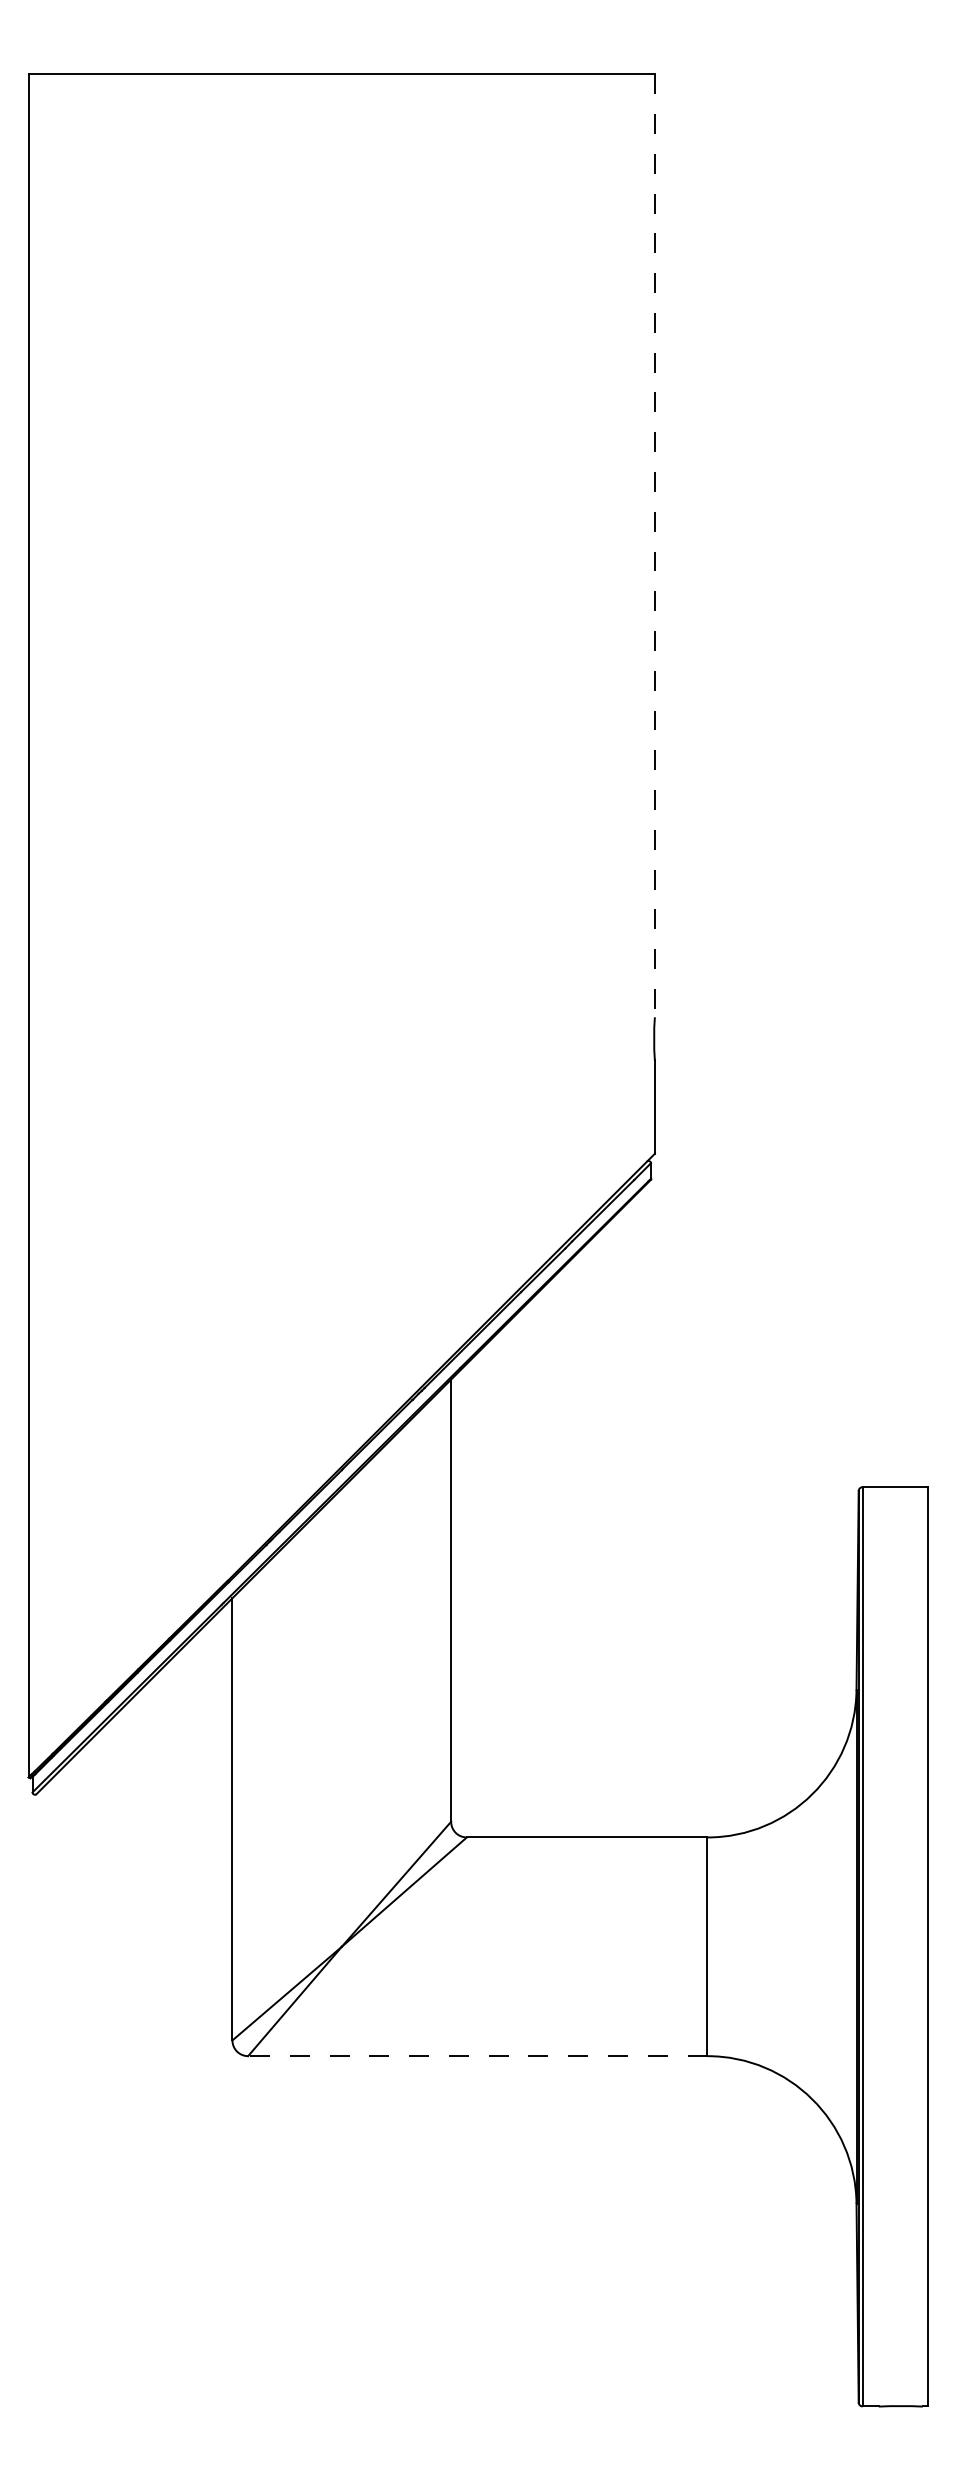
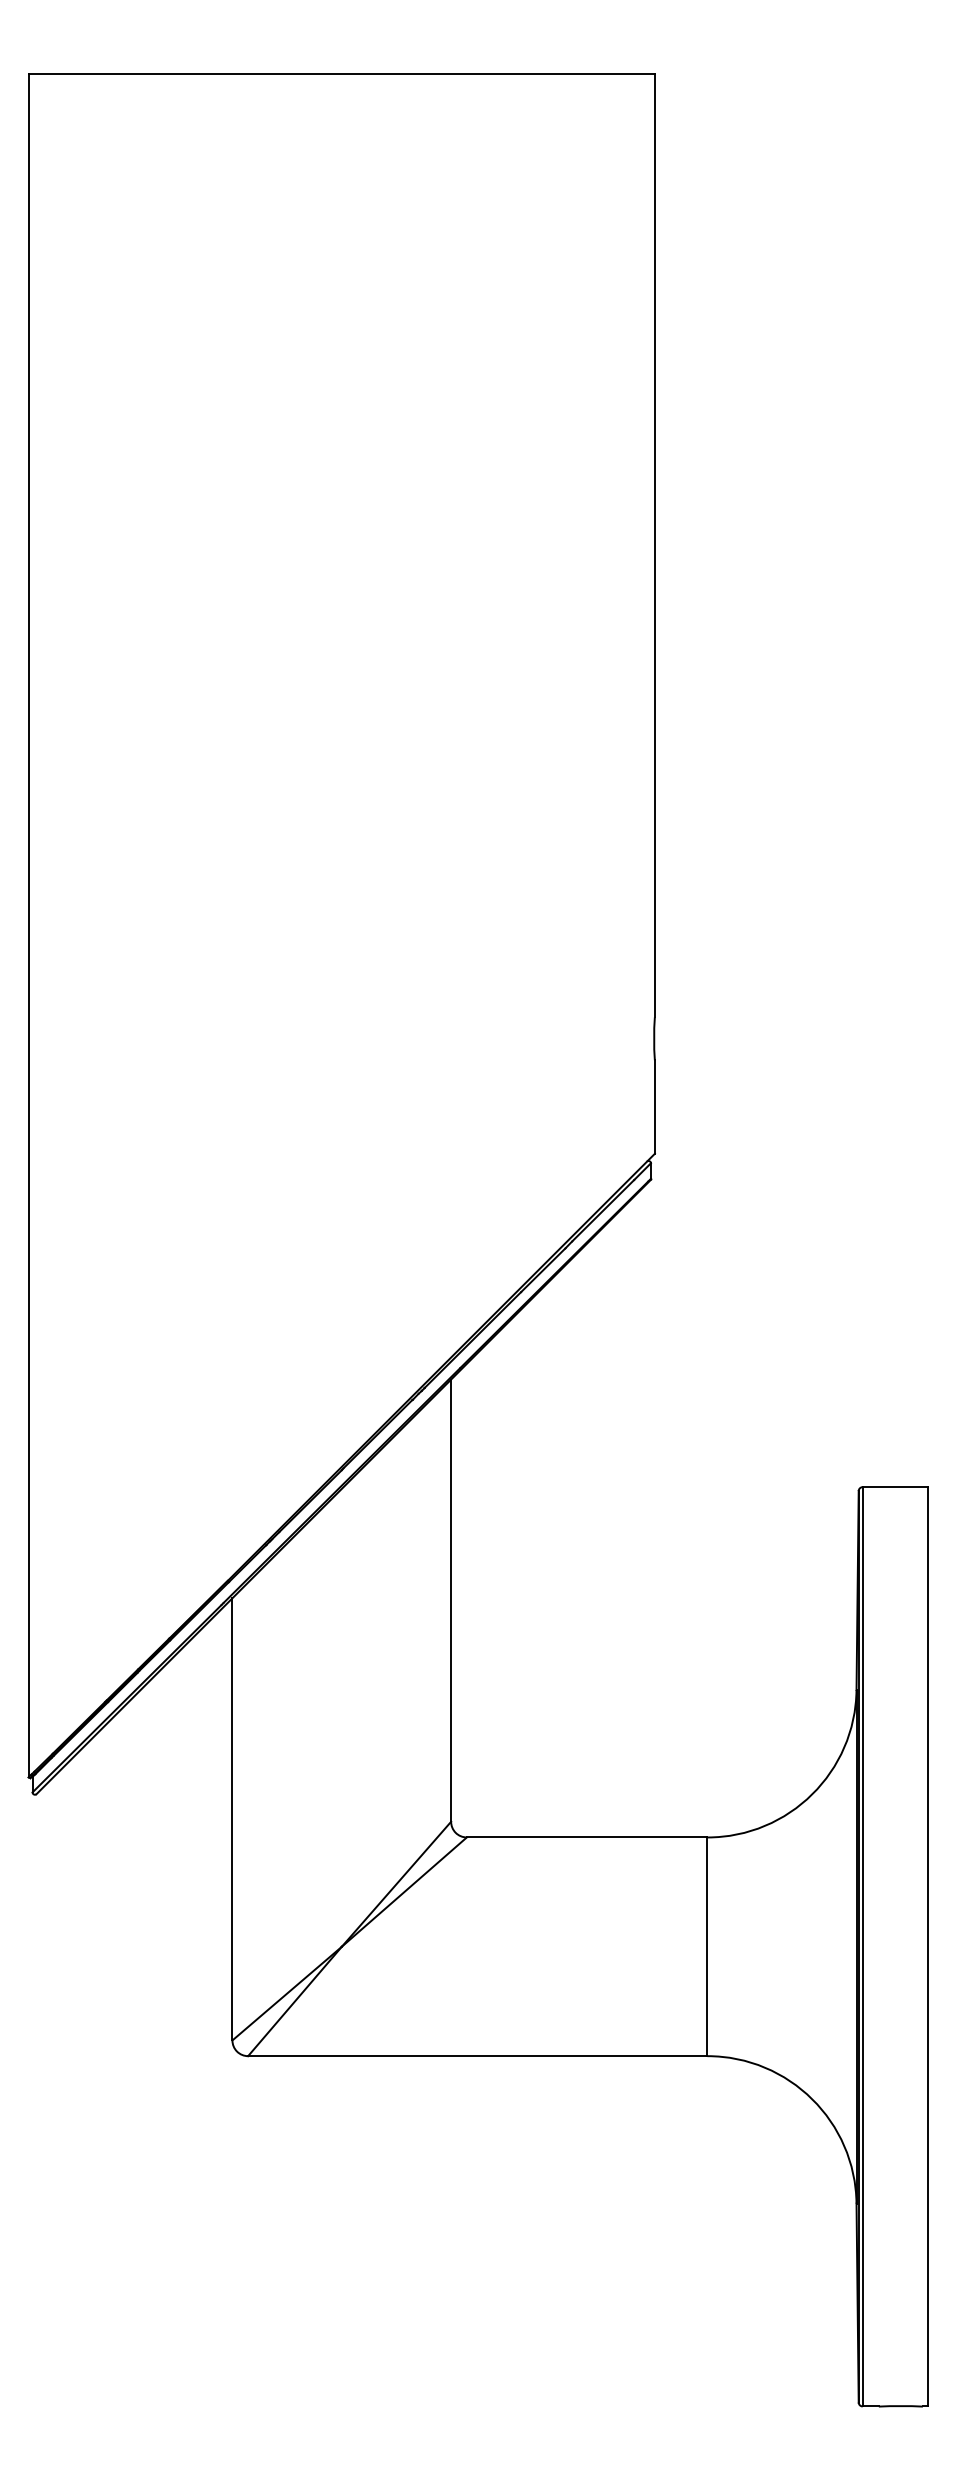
line at (654, 546): dashed -> solid
line at (477, 2056): dashed -> solid
